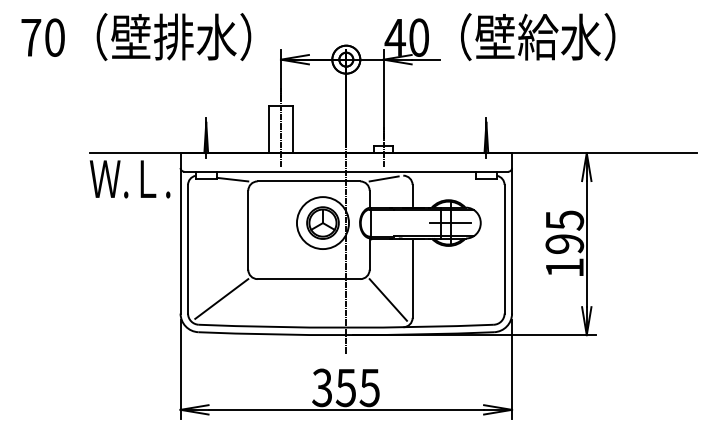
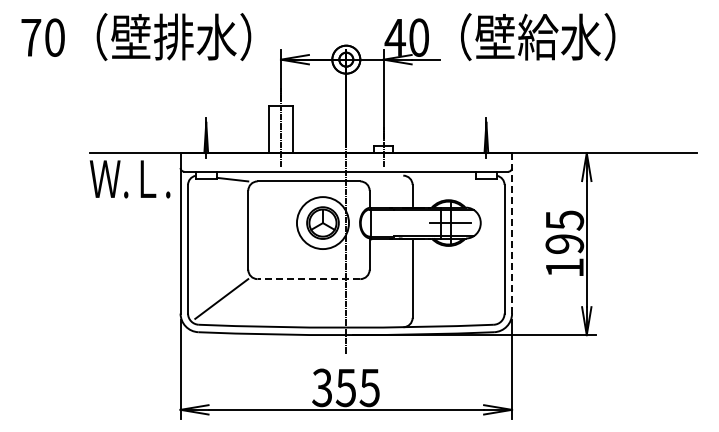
line at (383, 178): present -> none
line at (512, 233): solid -> dashed
line at (308, 279): solid -> dashed
line at (387, 299): present -> none
